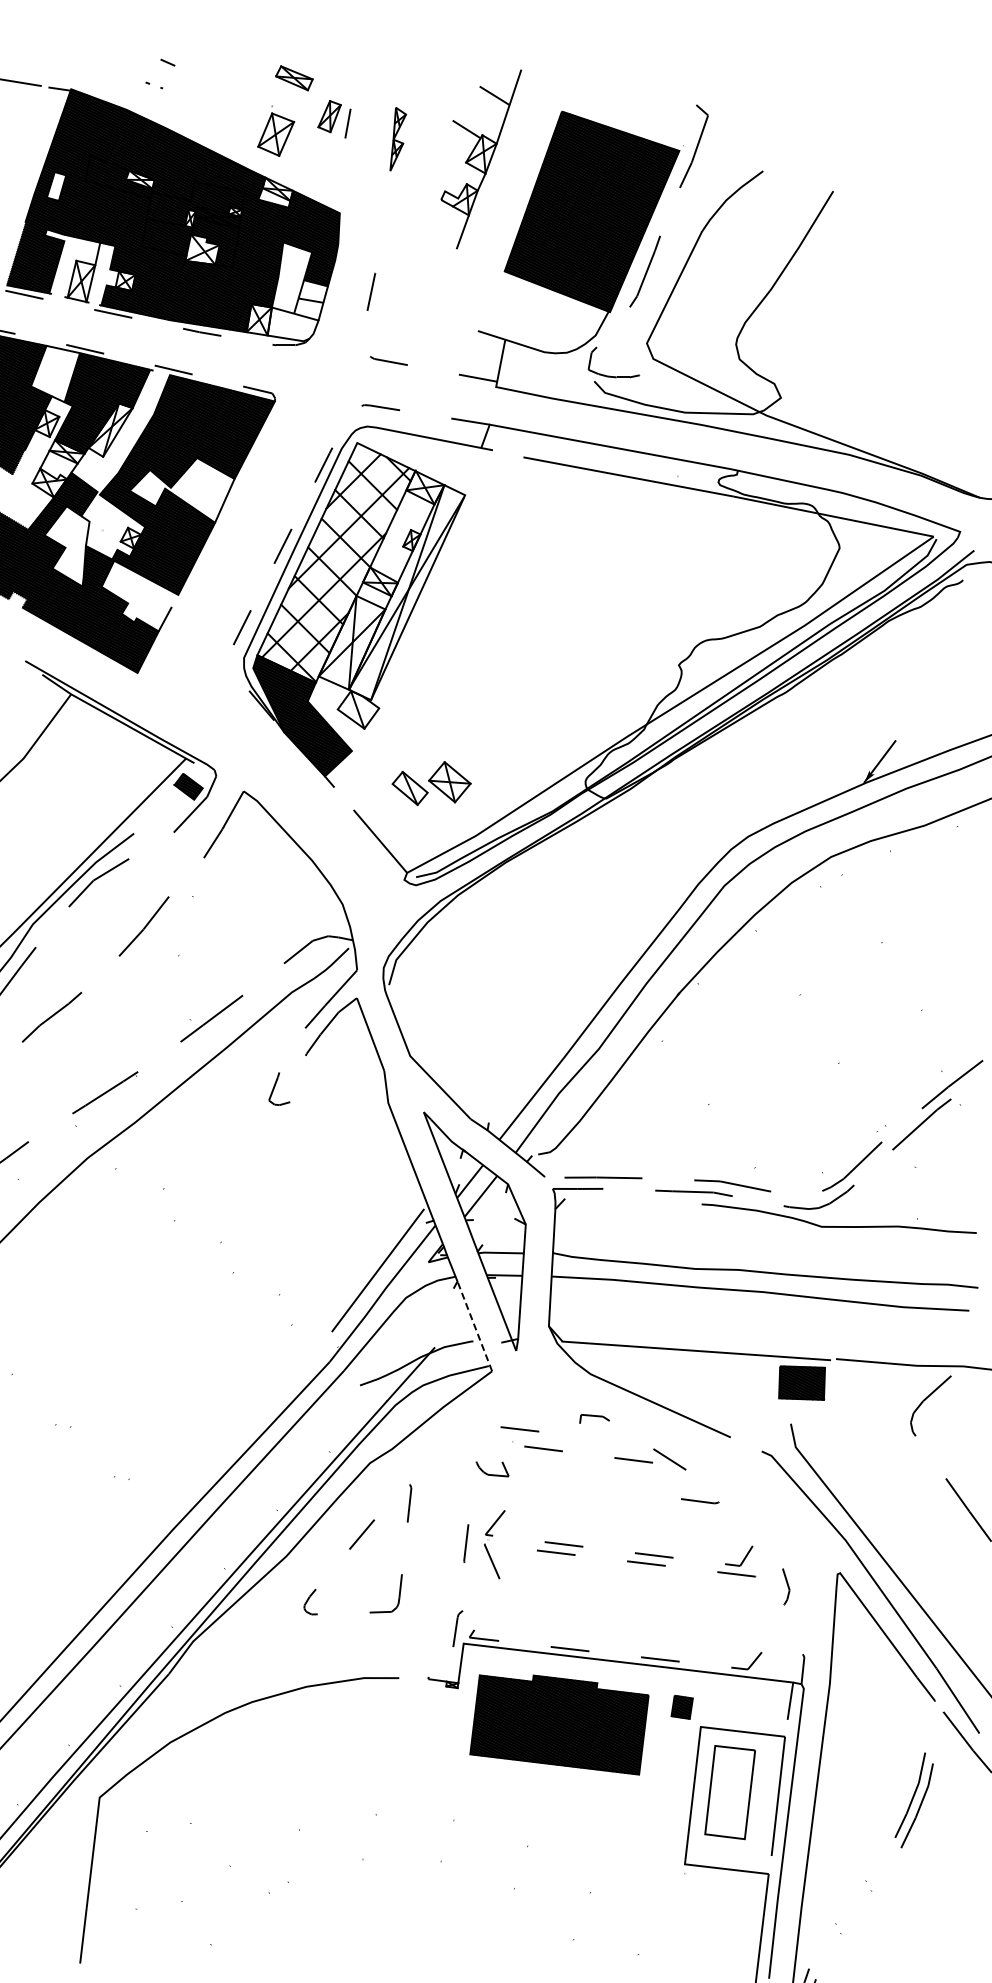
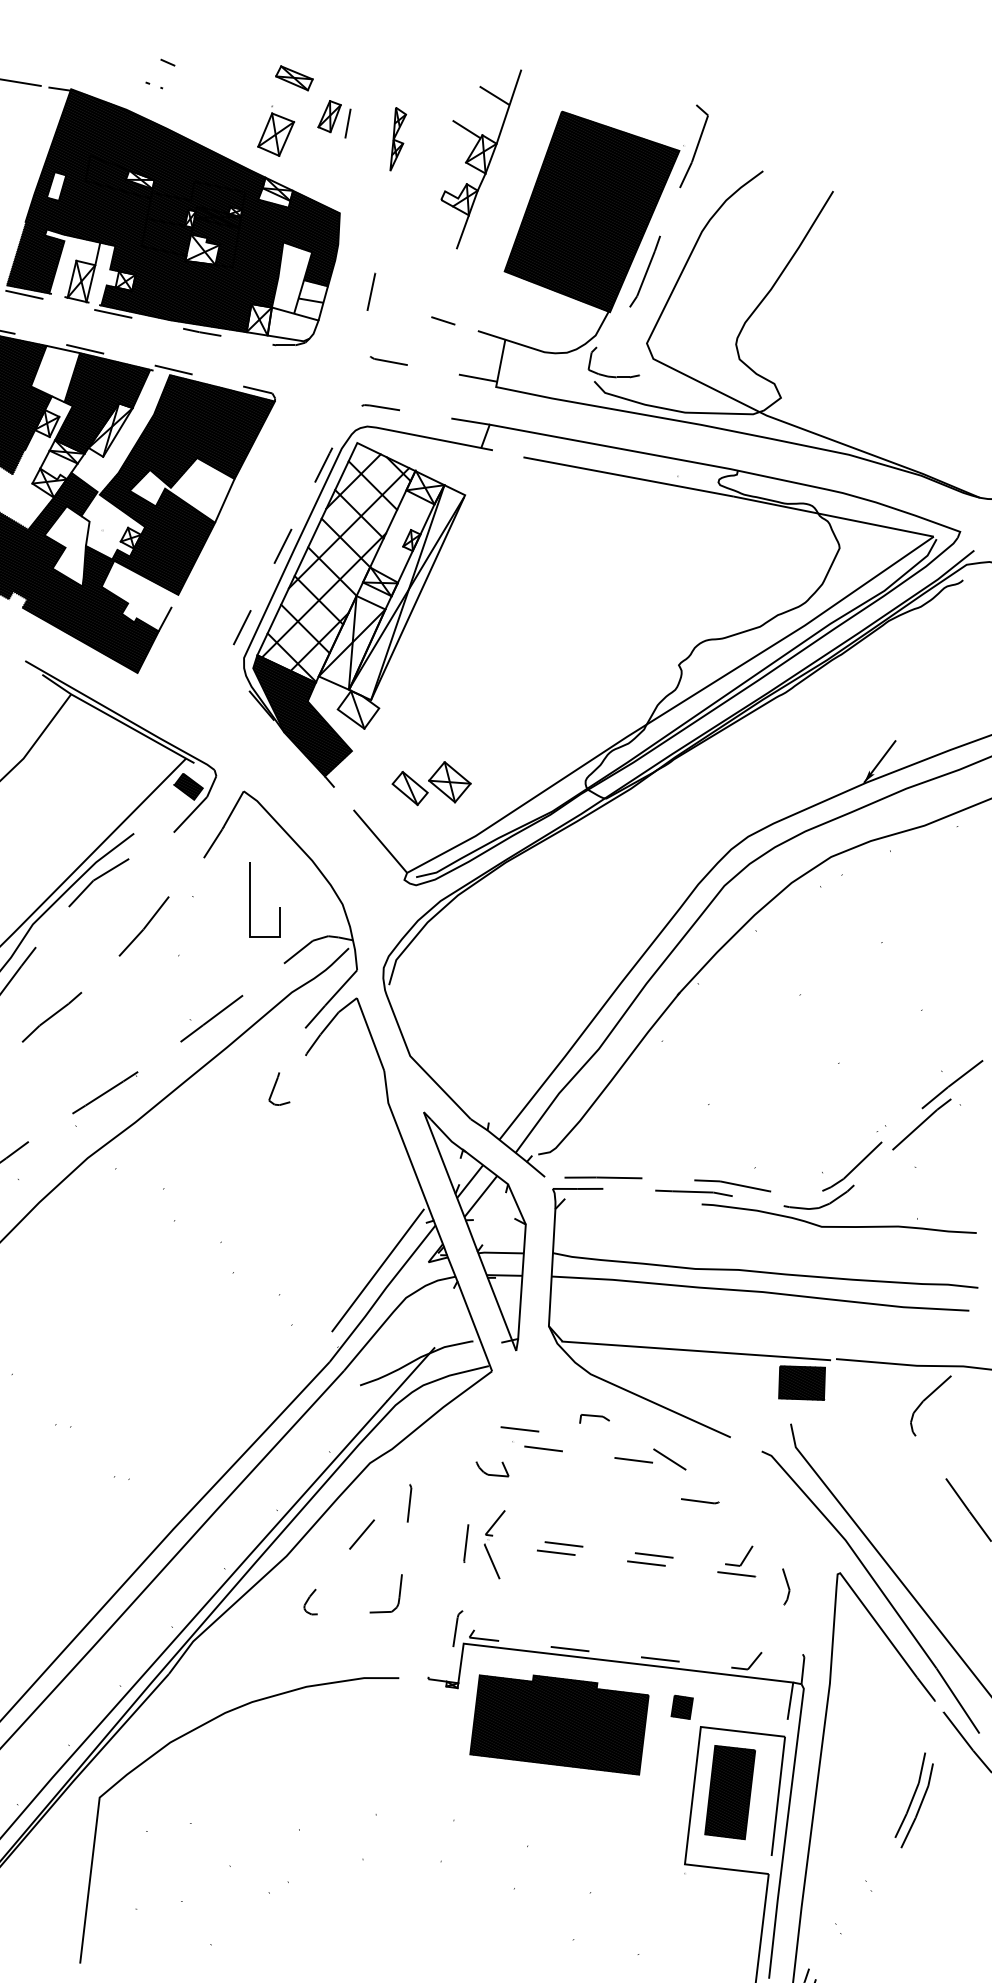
line at (443, 320): none -> present
part at (250, 899): none -> present
line at (474, 1325): dashed -> solid
hatch at (730, 1792): none -> present
